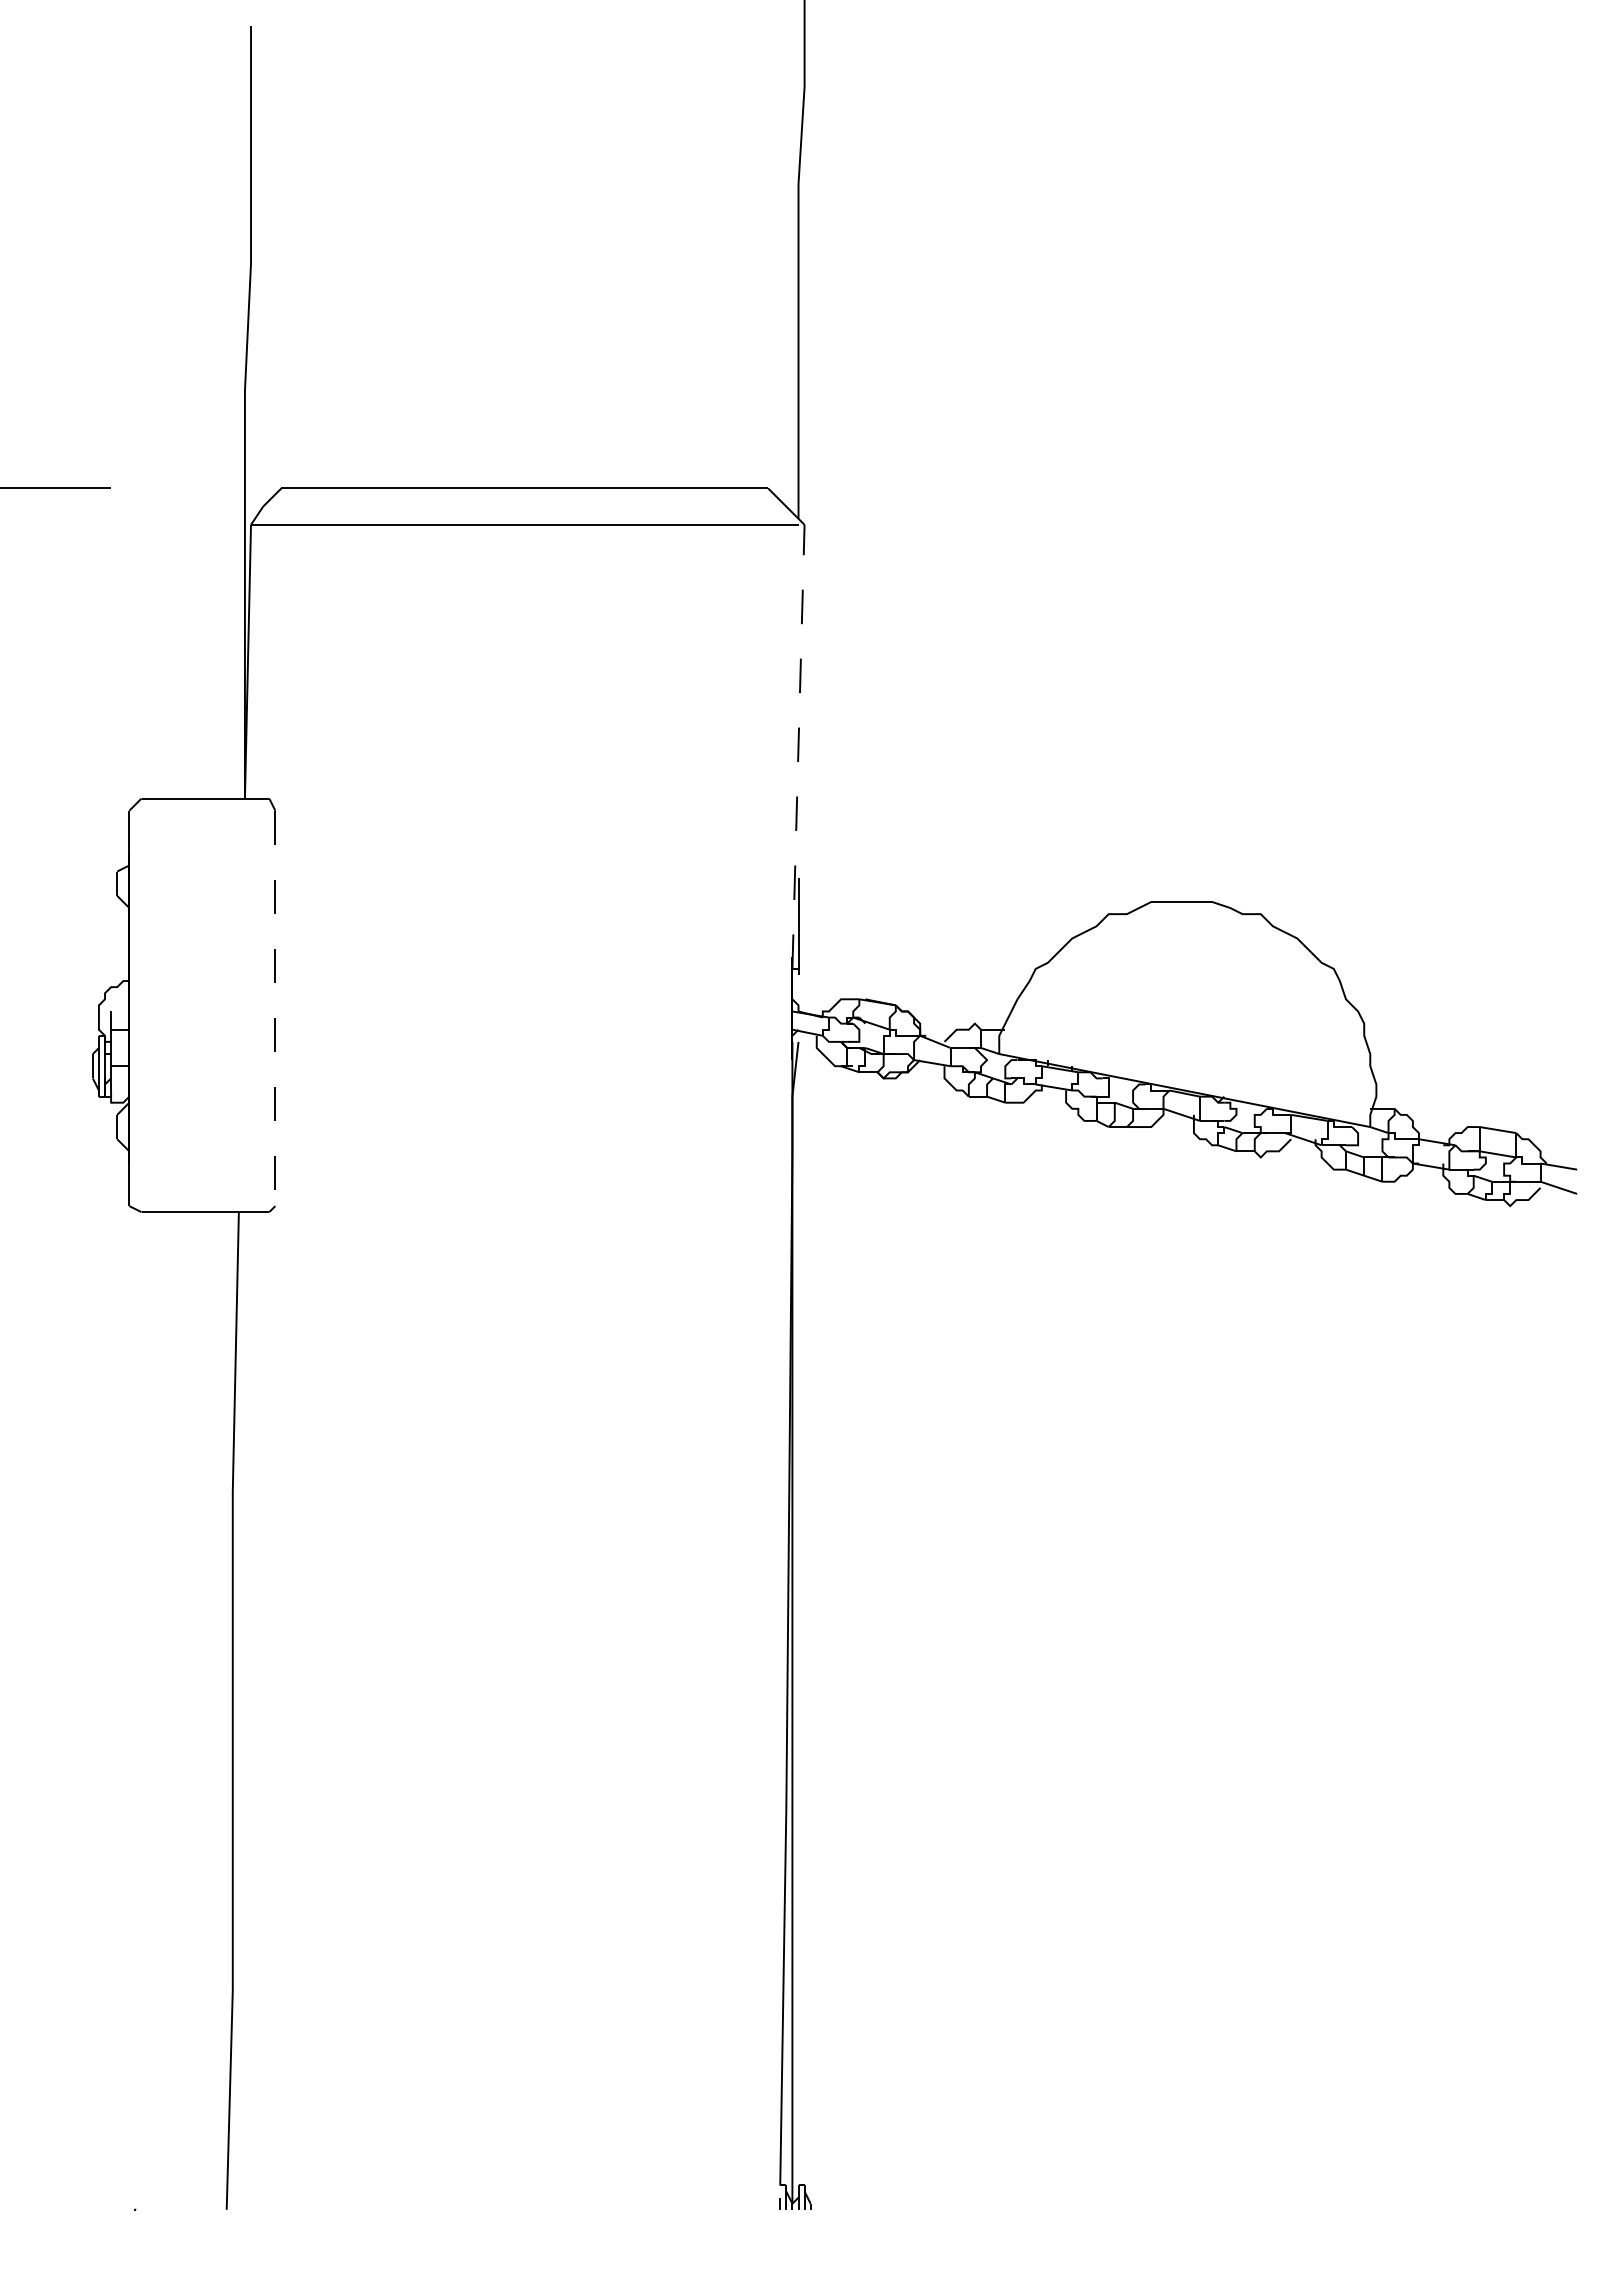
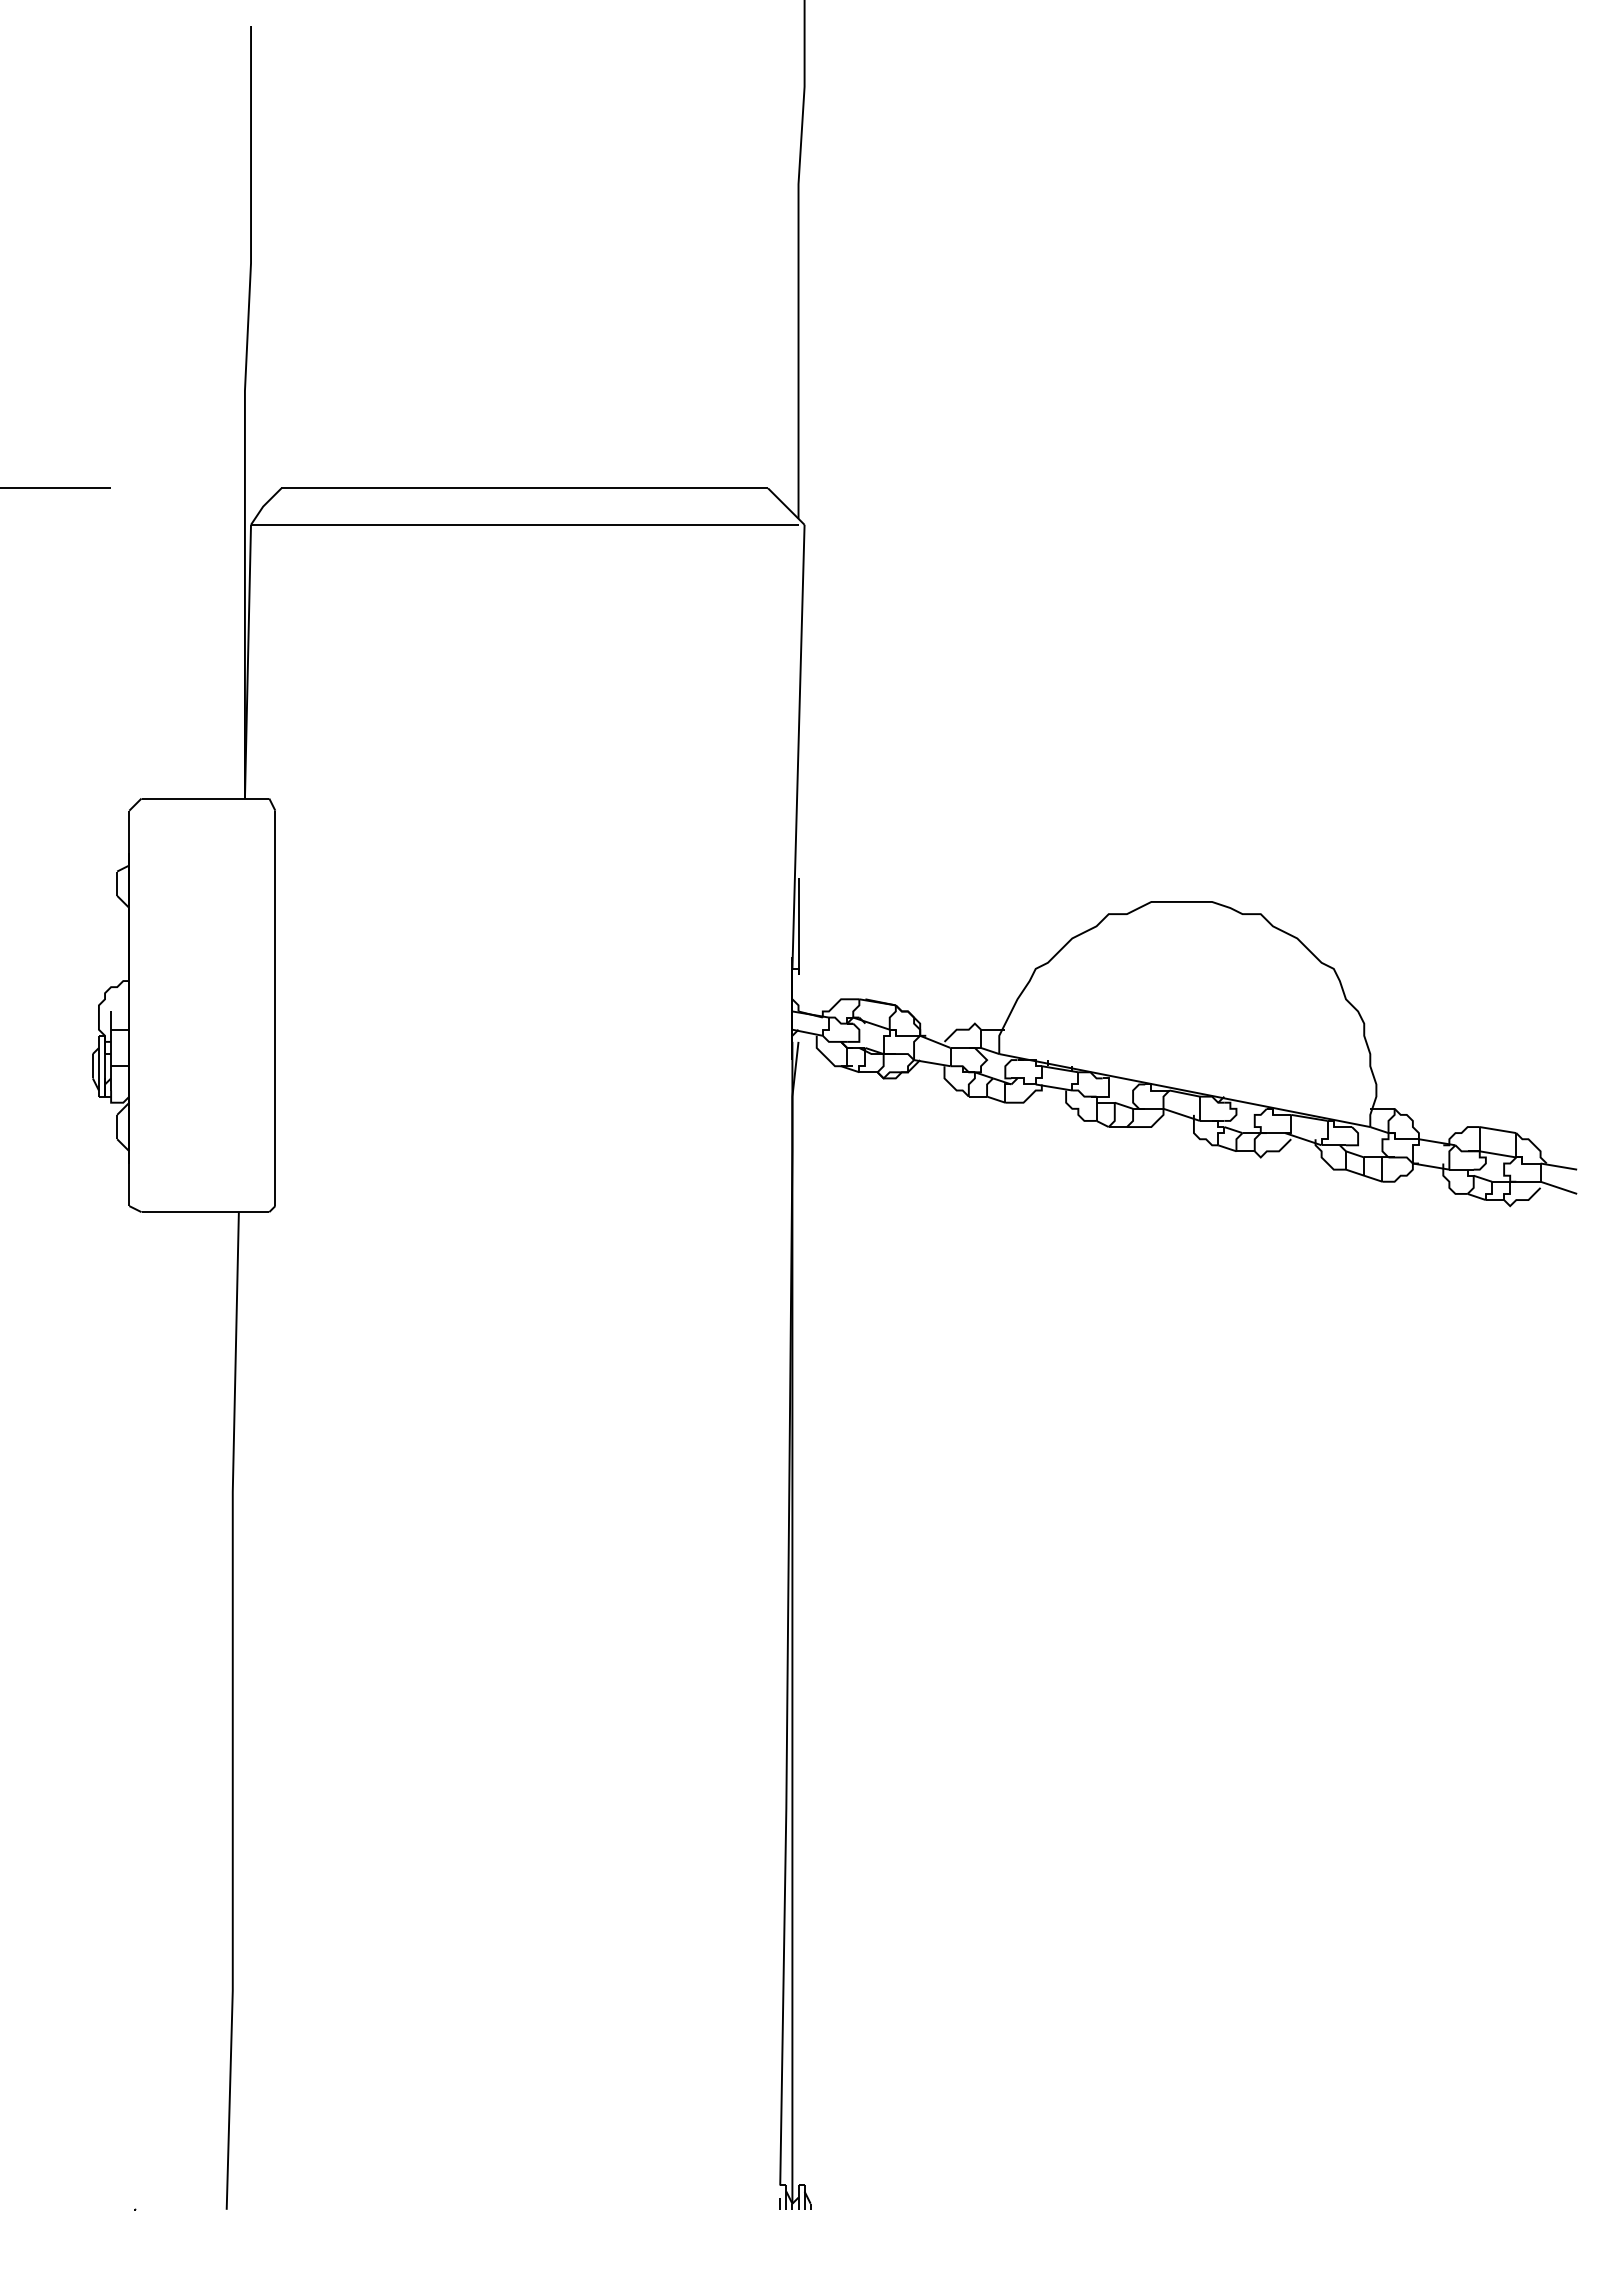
line at (798, 746): dashed -> solid
line at (275, 1008): dashed -> solid
